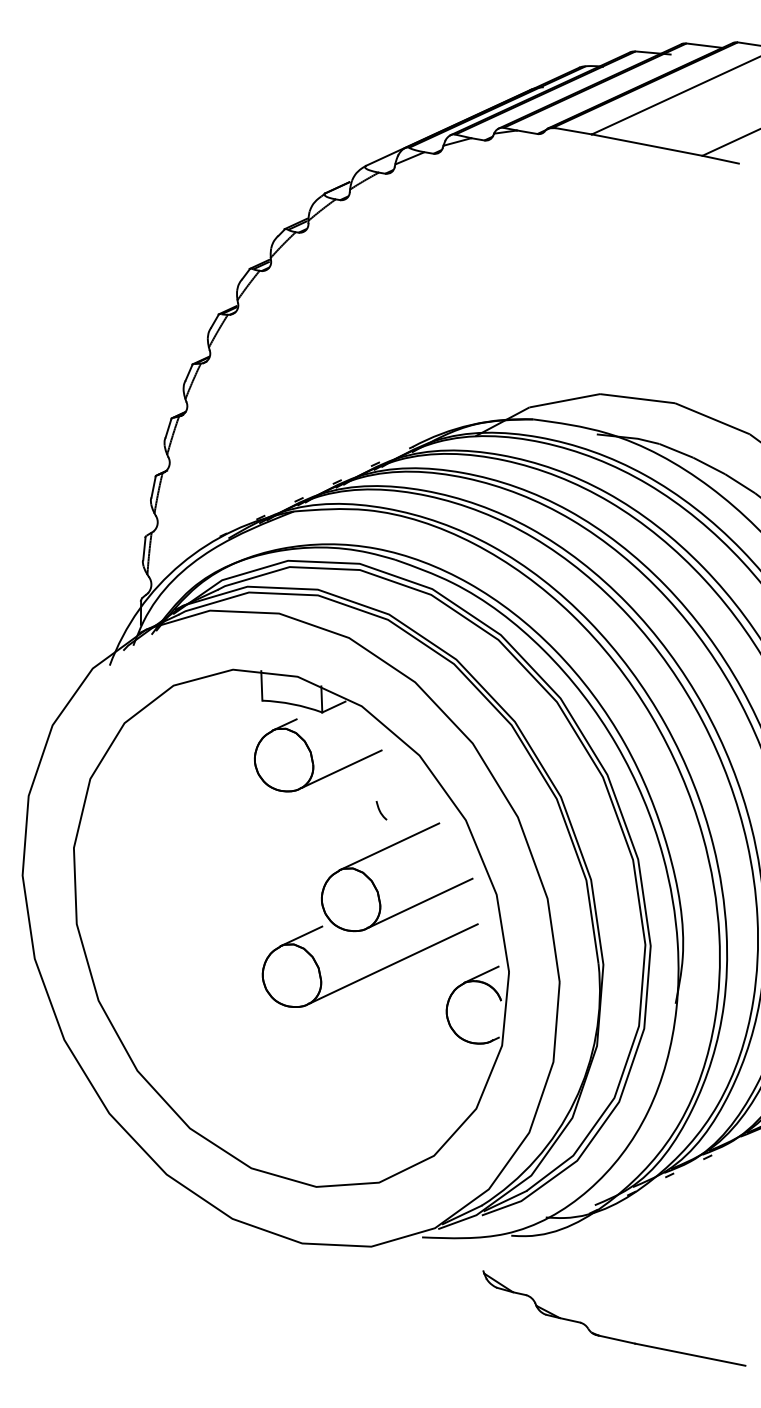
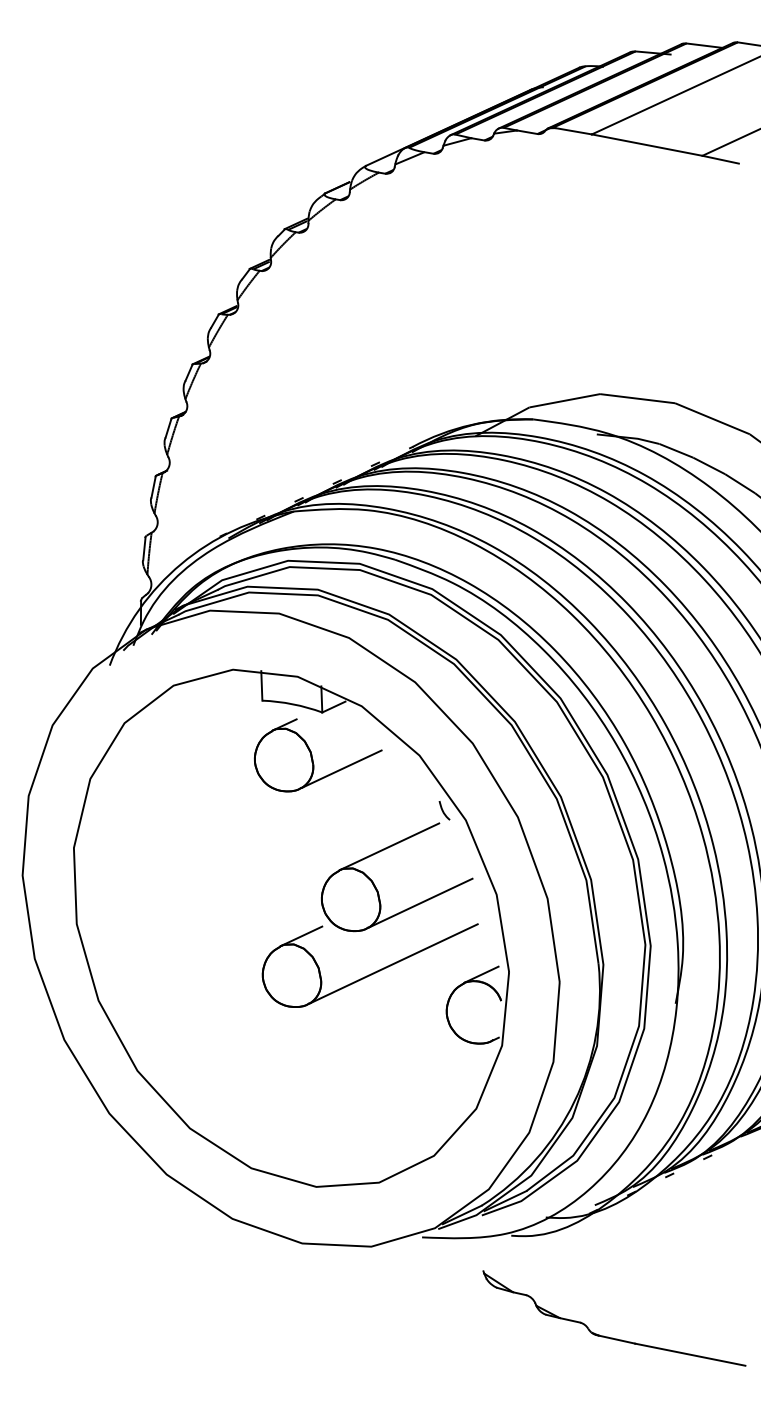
curve at (380, 810) position: (380, 810) -> (443, 810)
